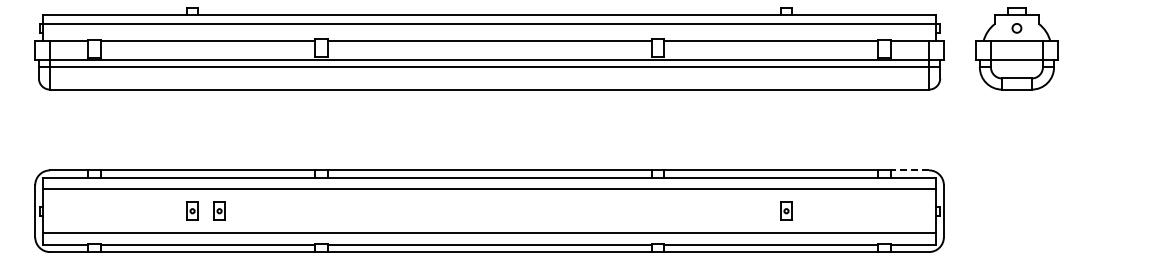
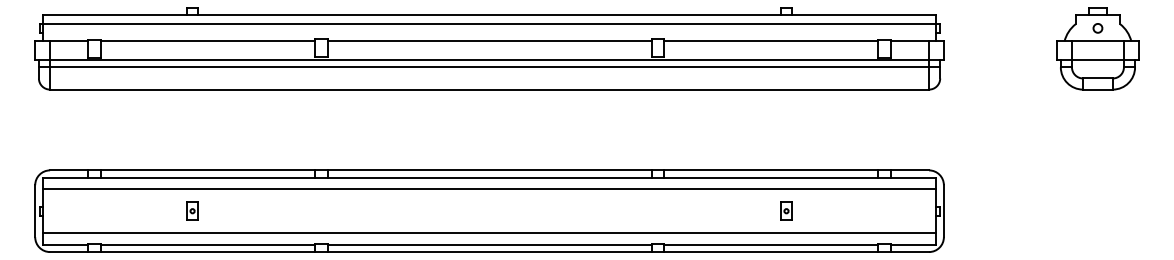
part at (1016, 48) position: (1016, 48) -> (1097, 48)
line at (909, 170): dashed -> solid
part at (219, 210): present -> none
